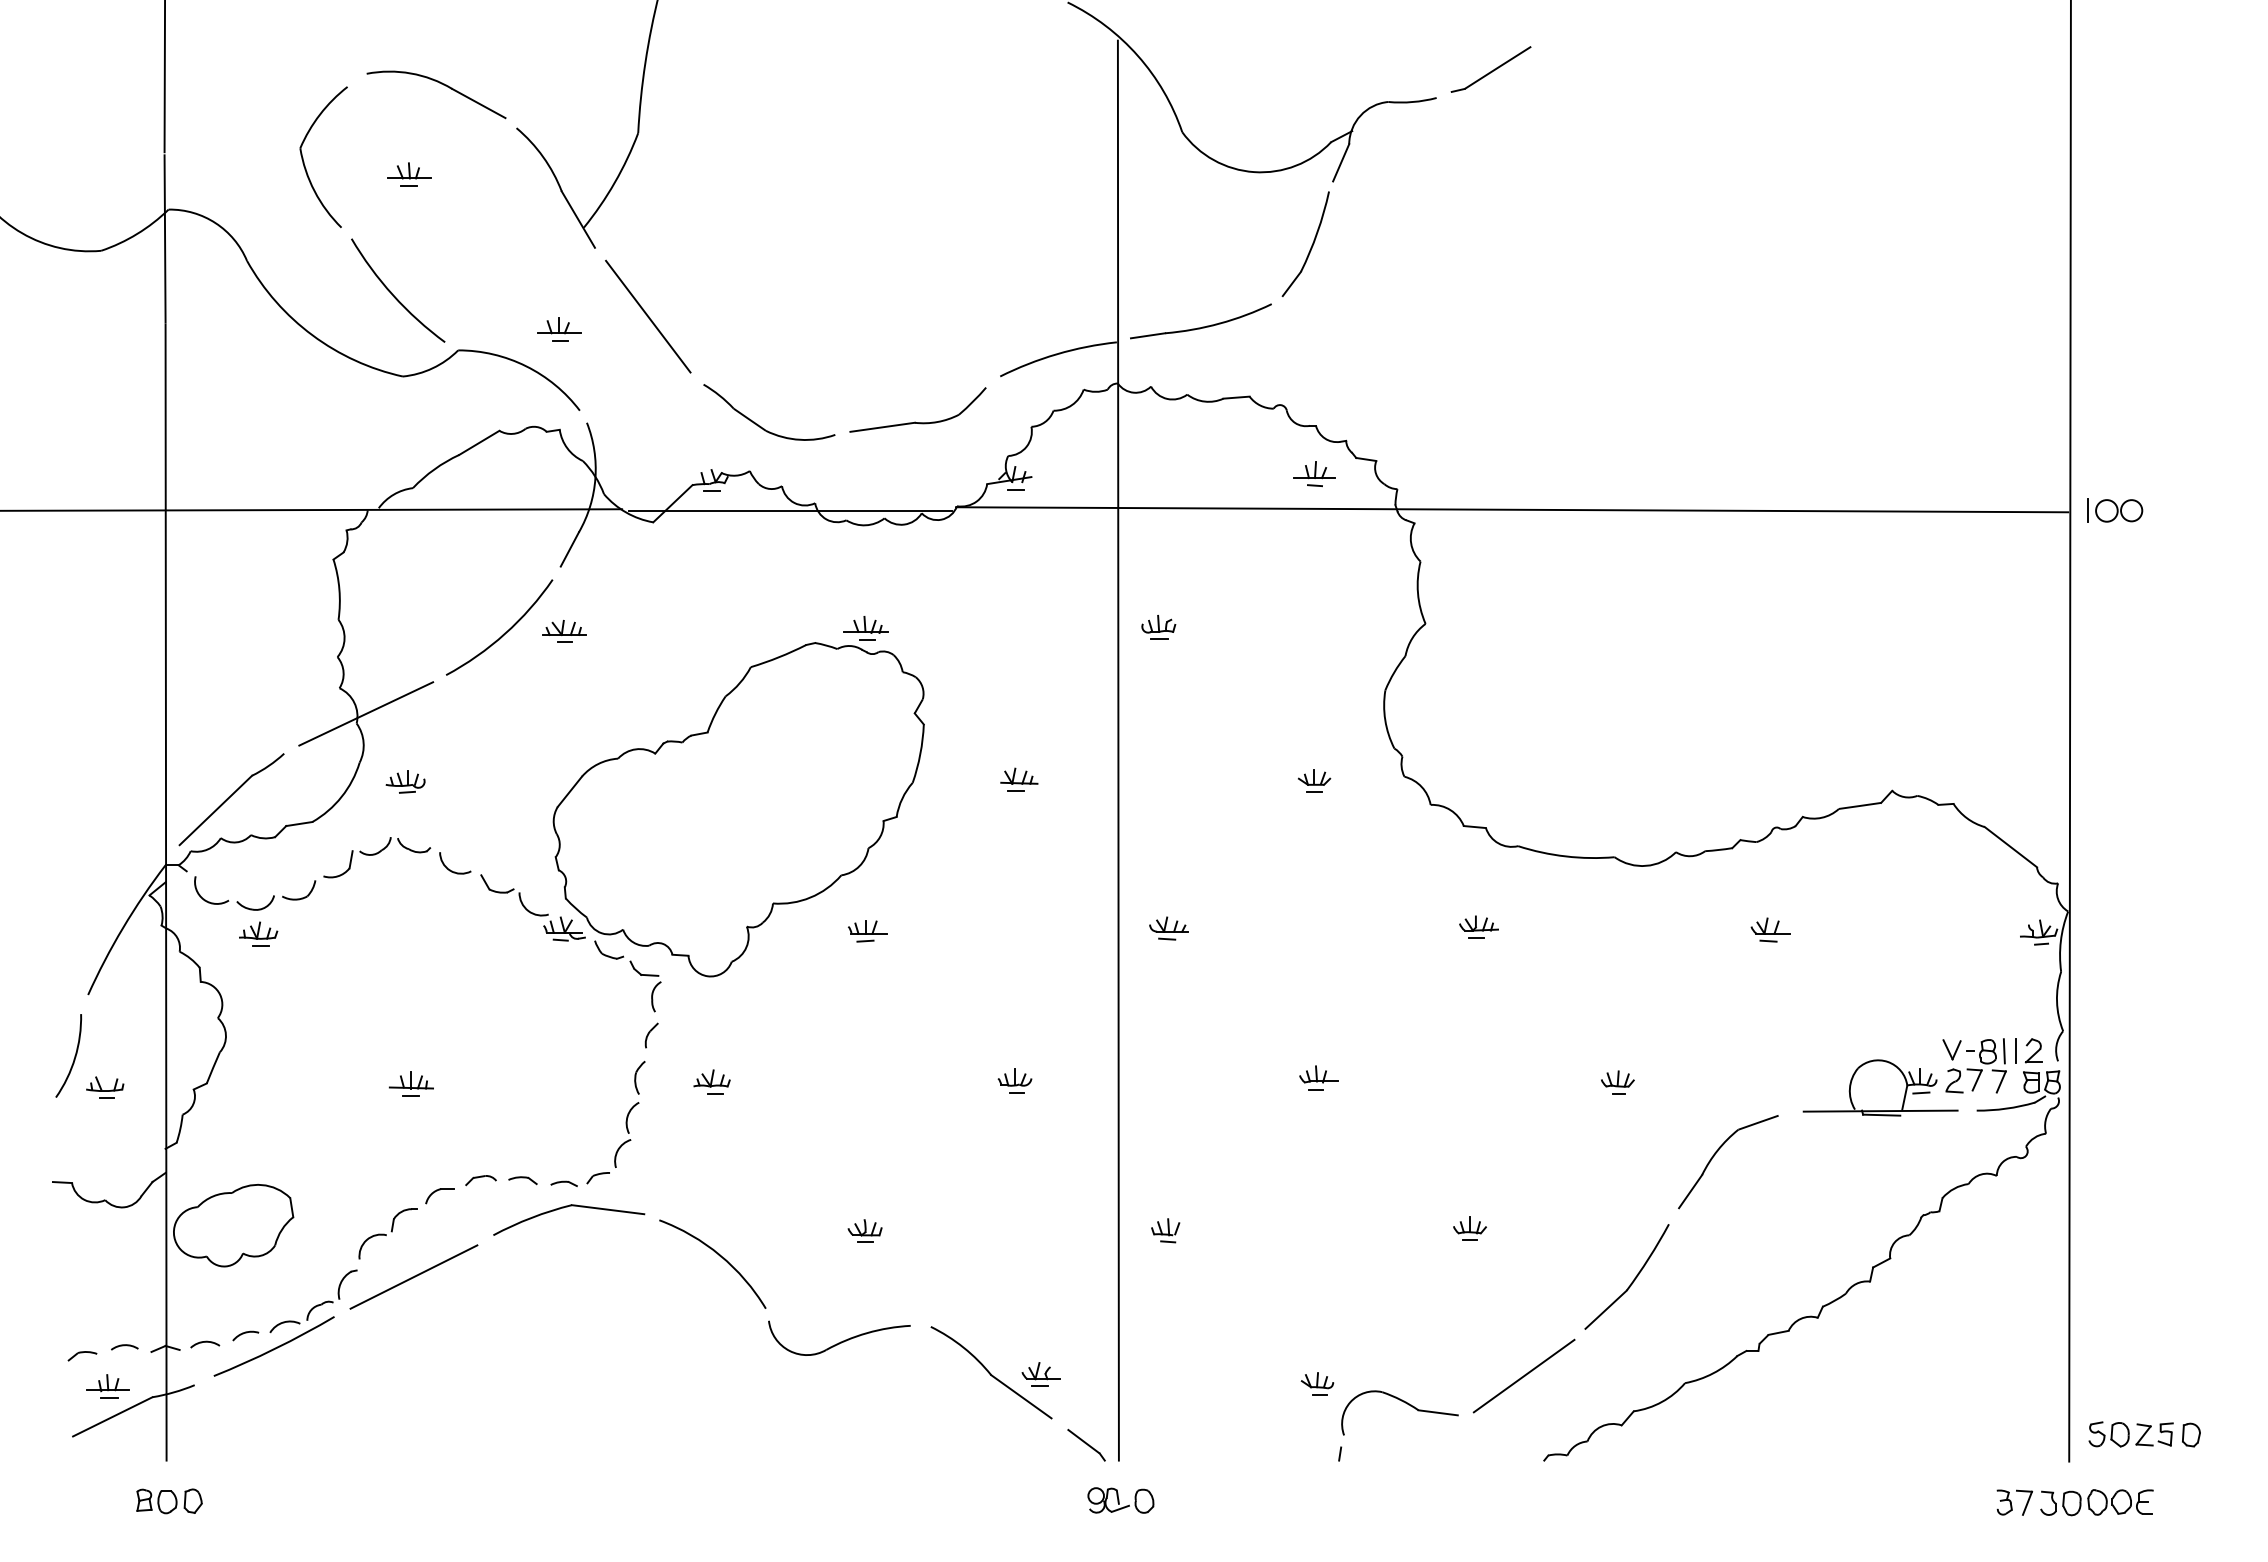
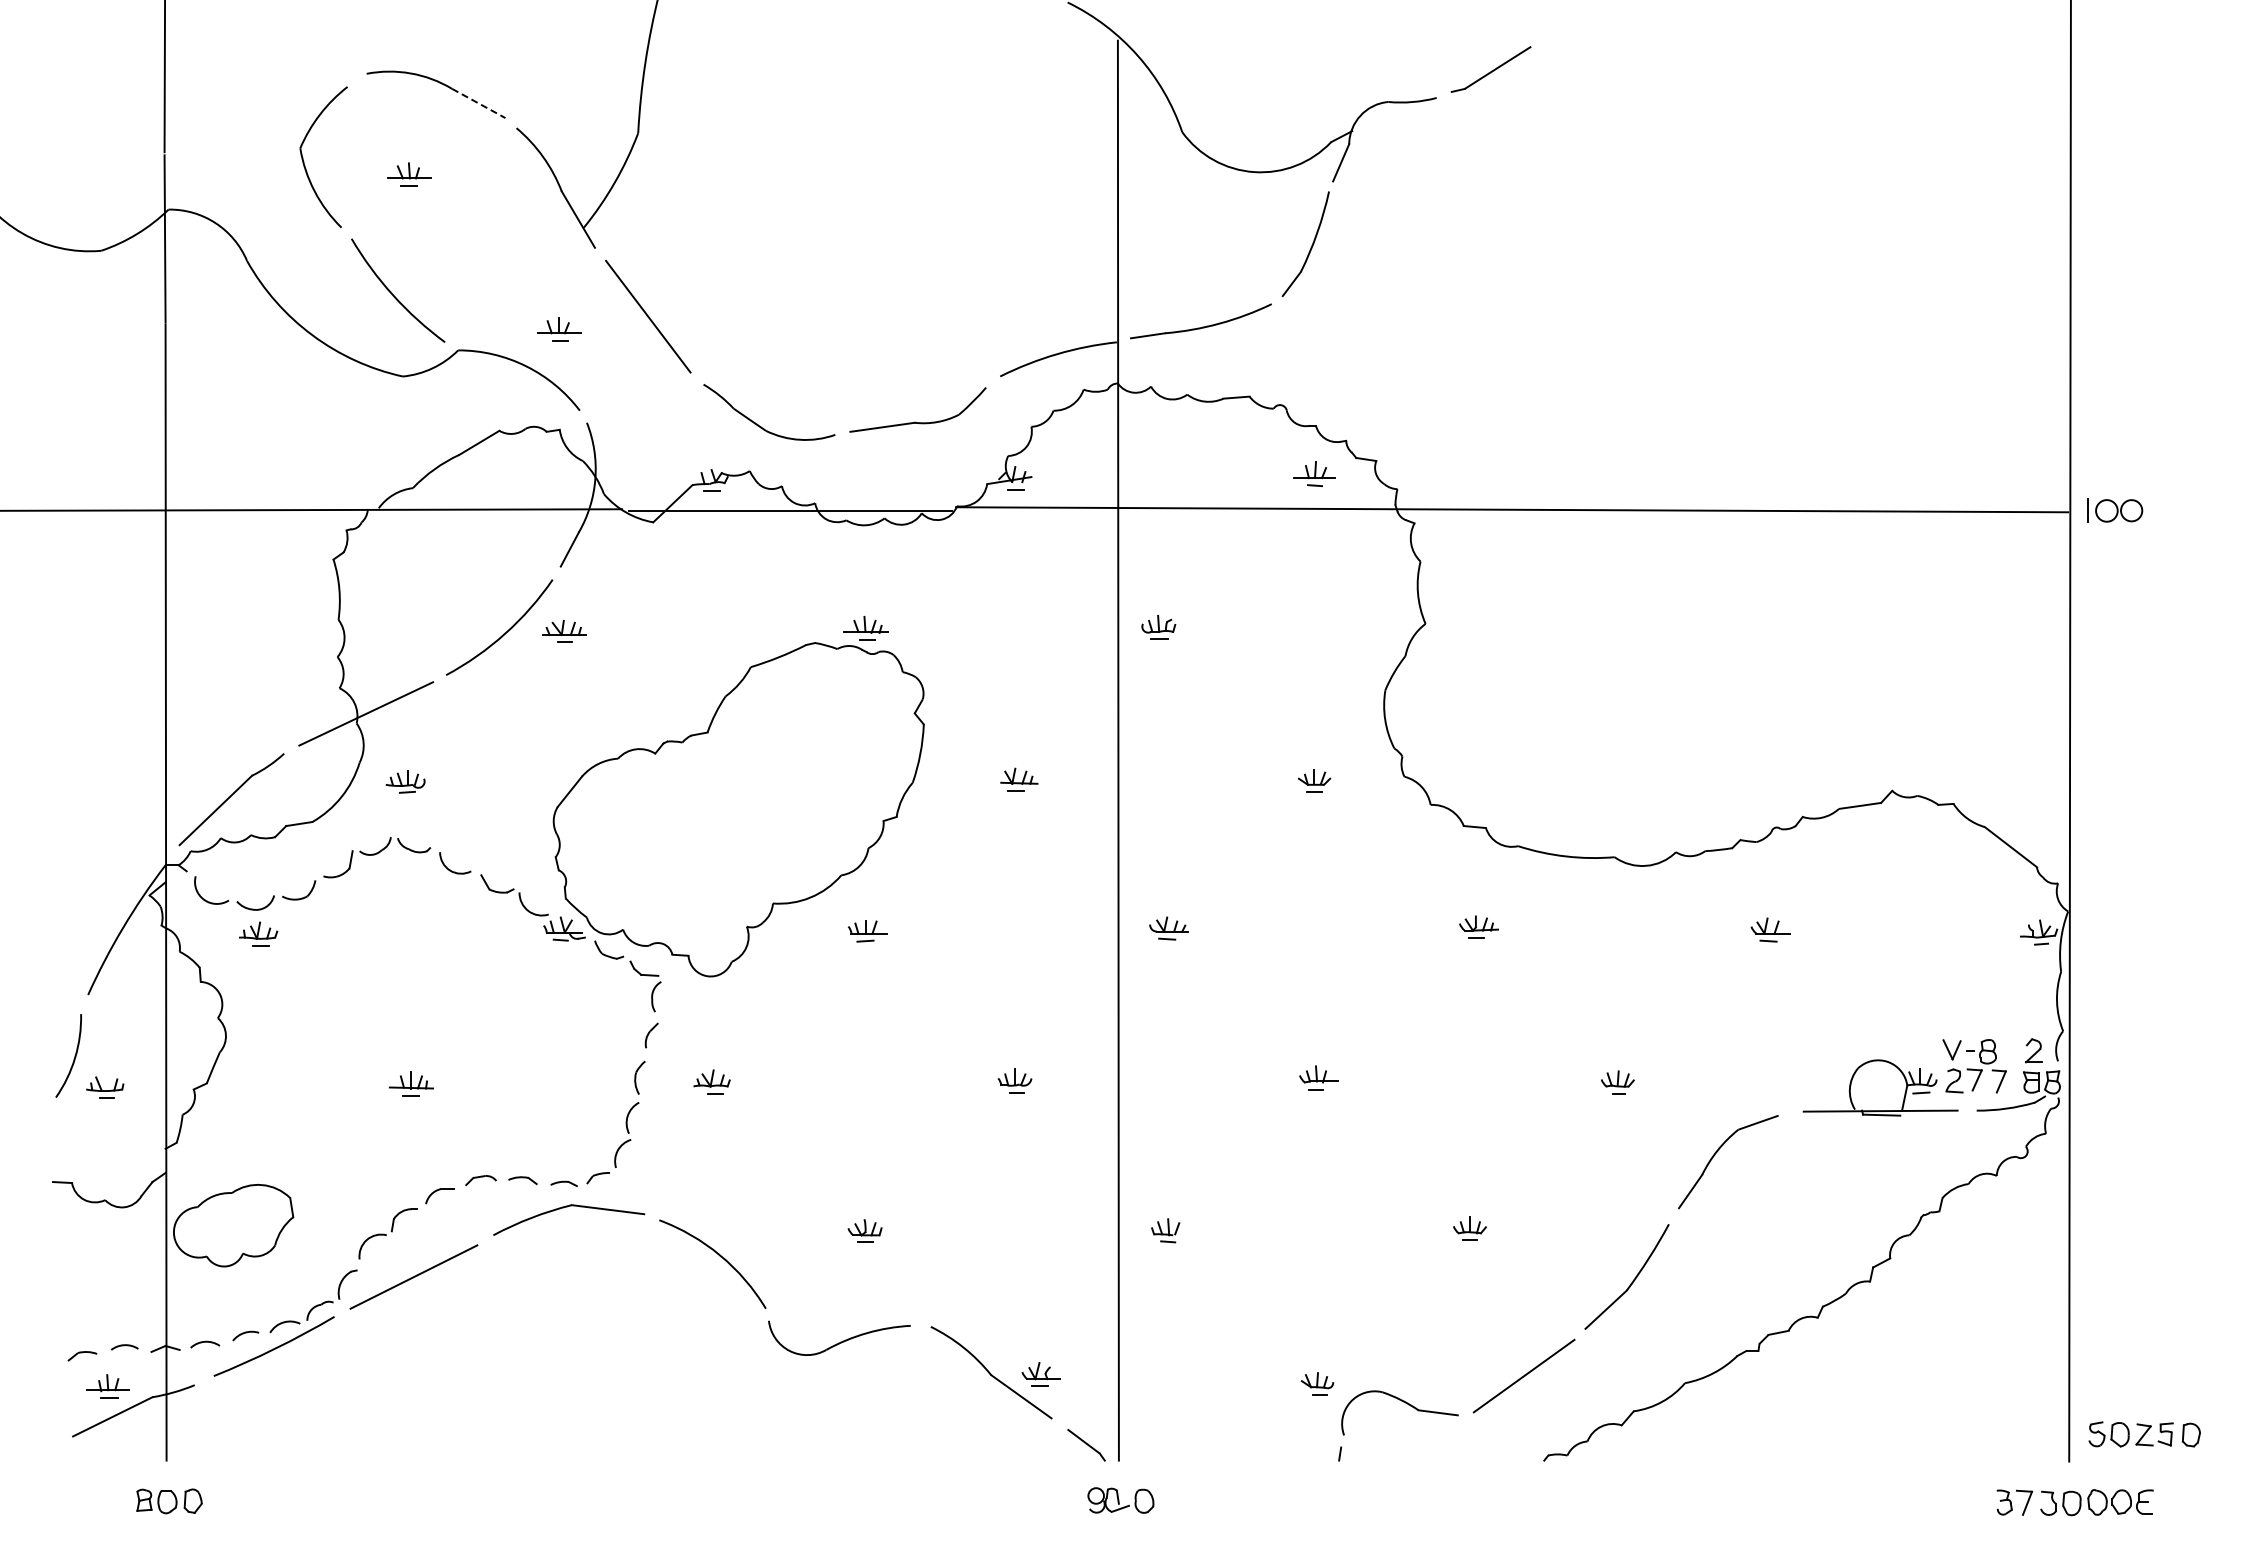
line at (479, 103): solid -> dashed
line at (2003, 1051): present -> none
line at (2015, 1051): present -> none
